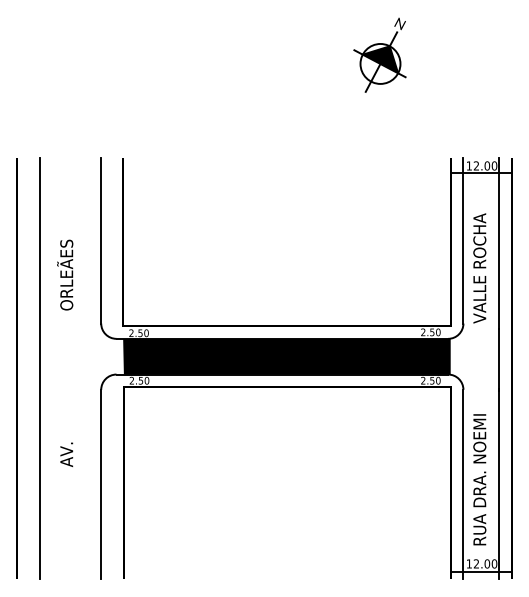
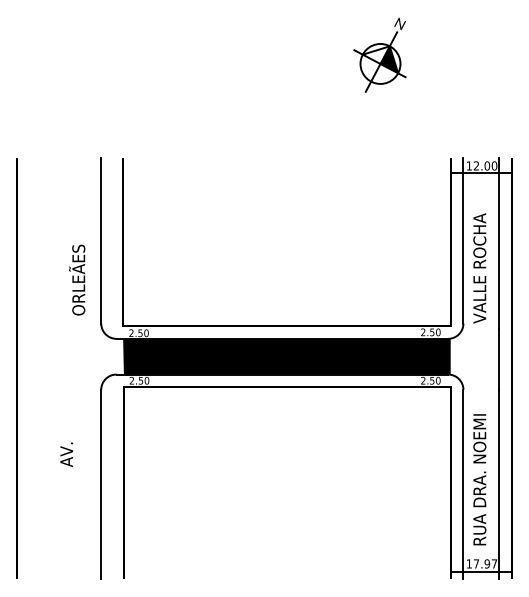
fill at (375, 54): present -> none
text at (65, 274) position: (65, 274) -> (77, 279)
line at (40, 368): present -> none
text at (485, 563): 12.00 -> 17.97
